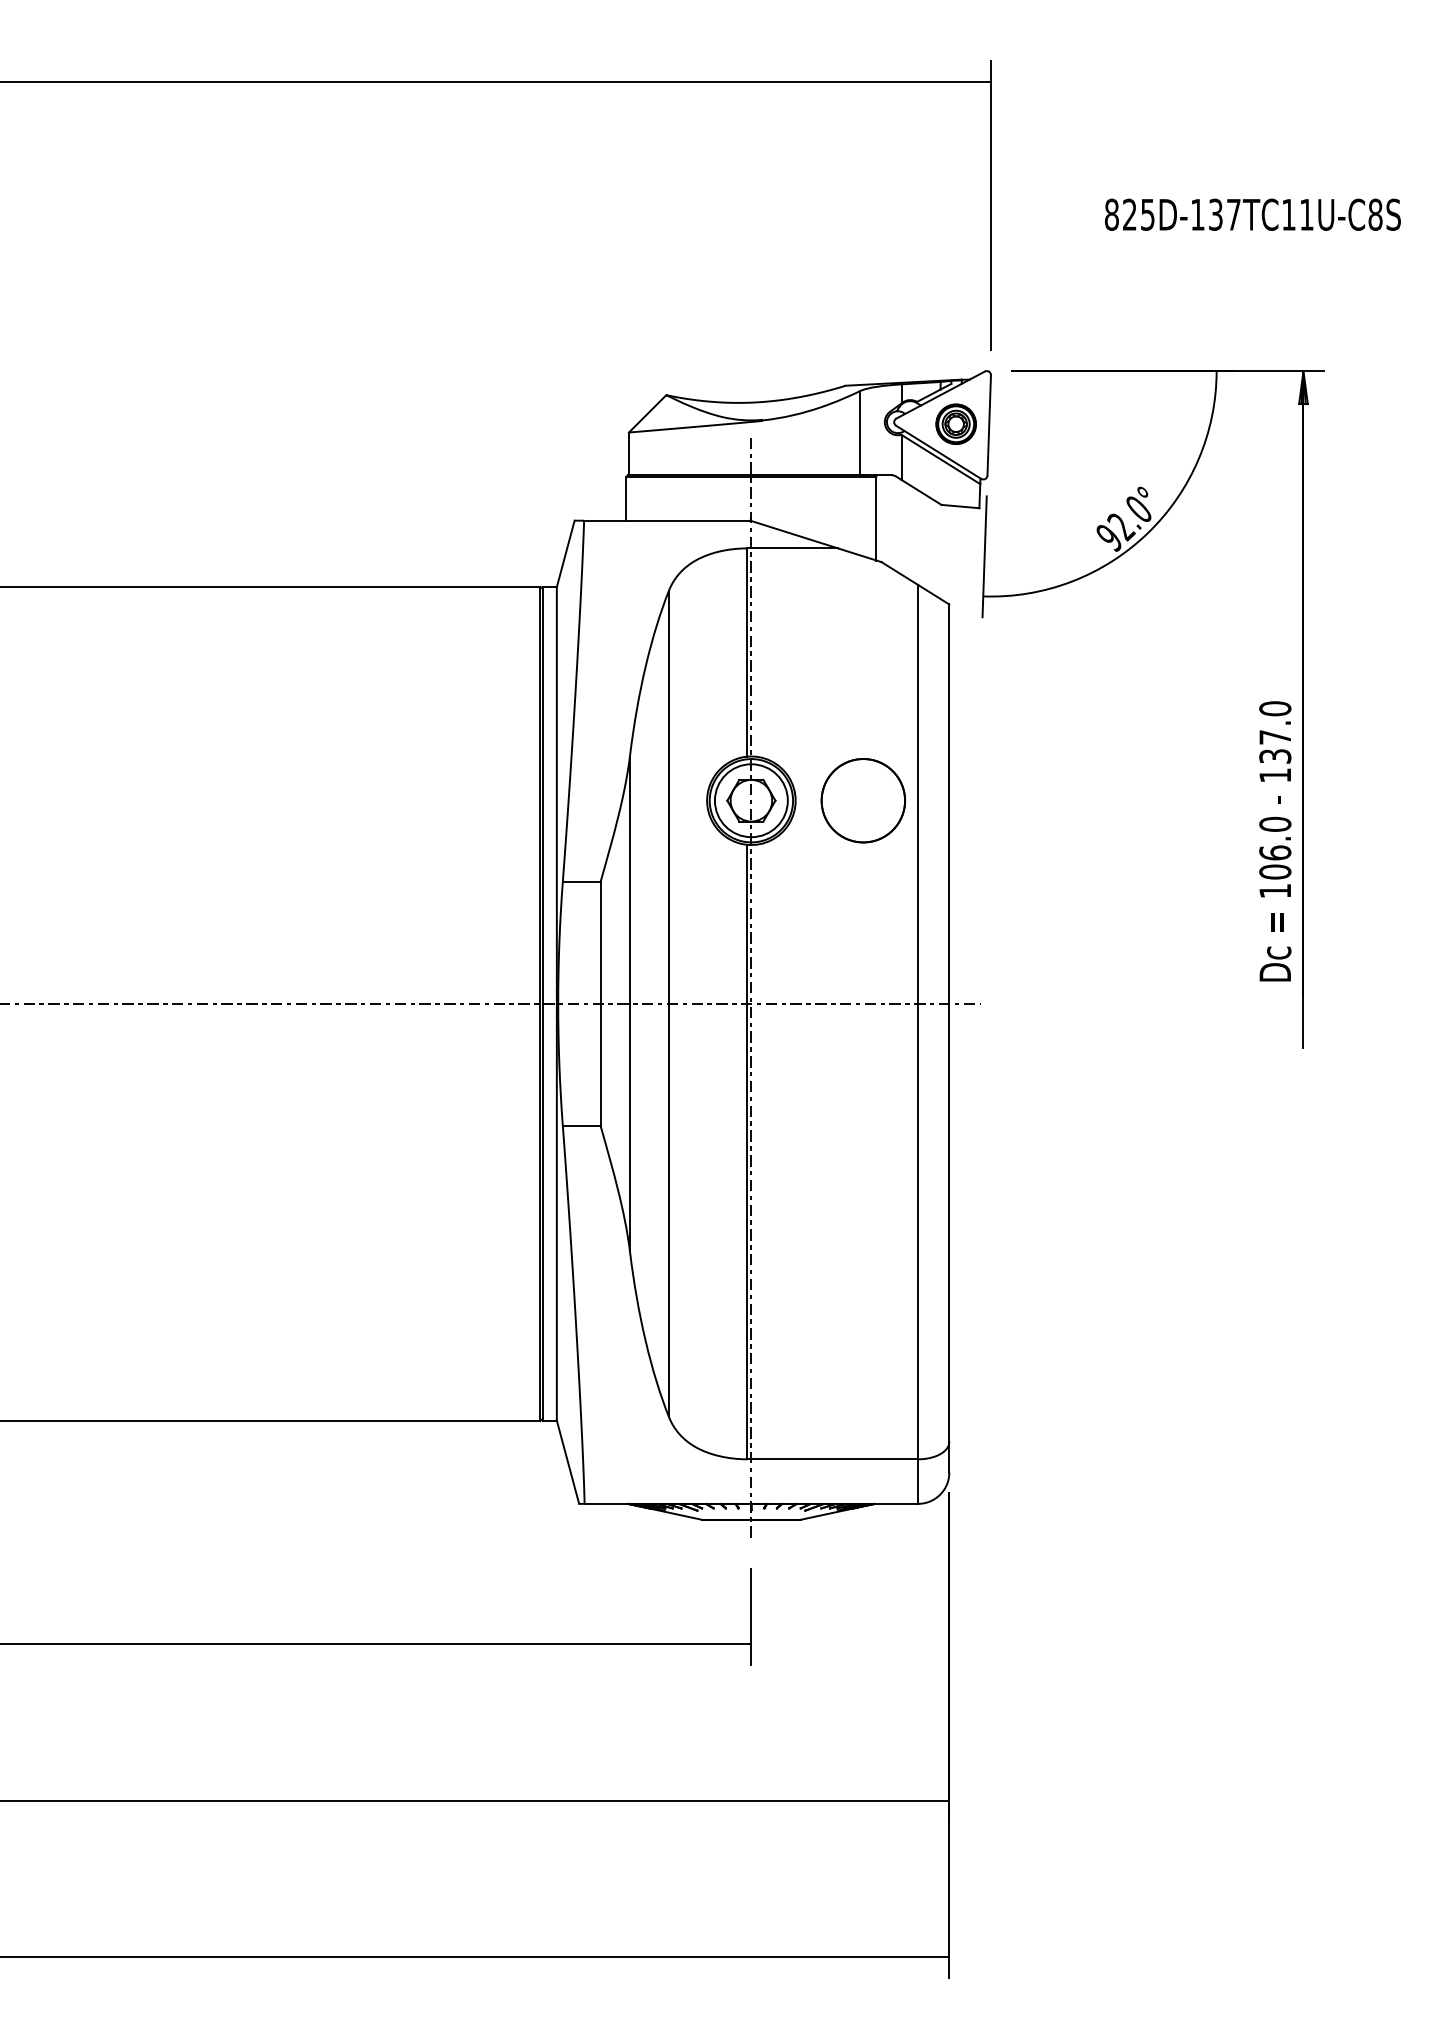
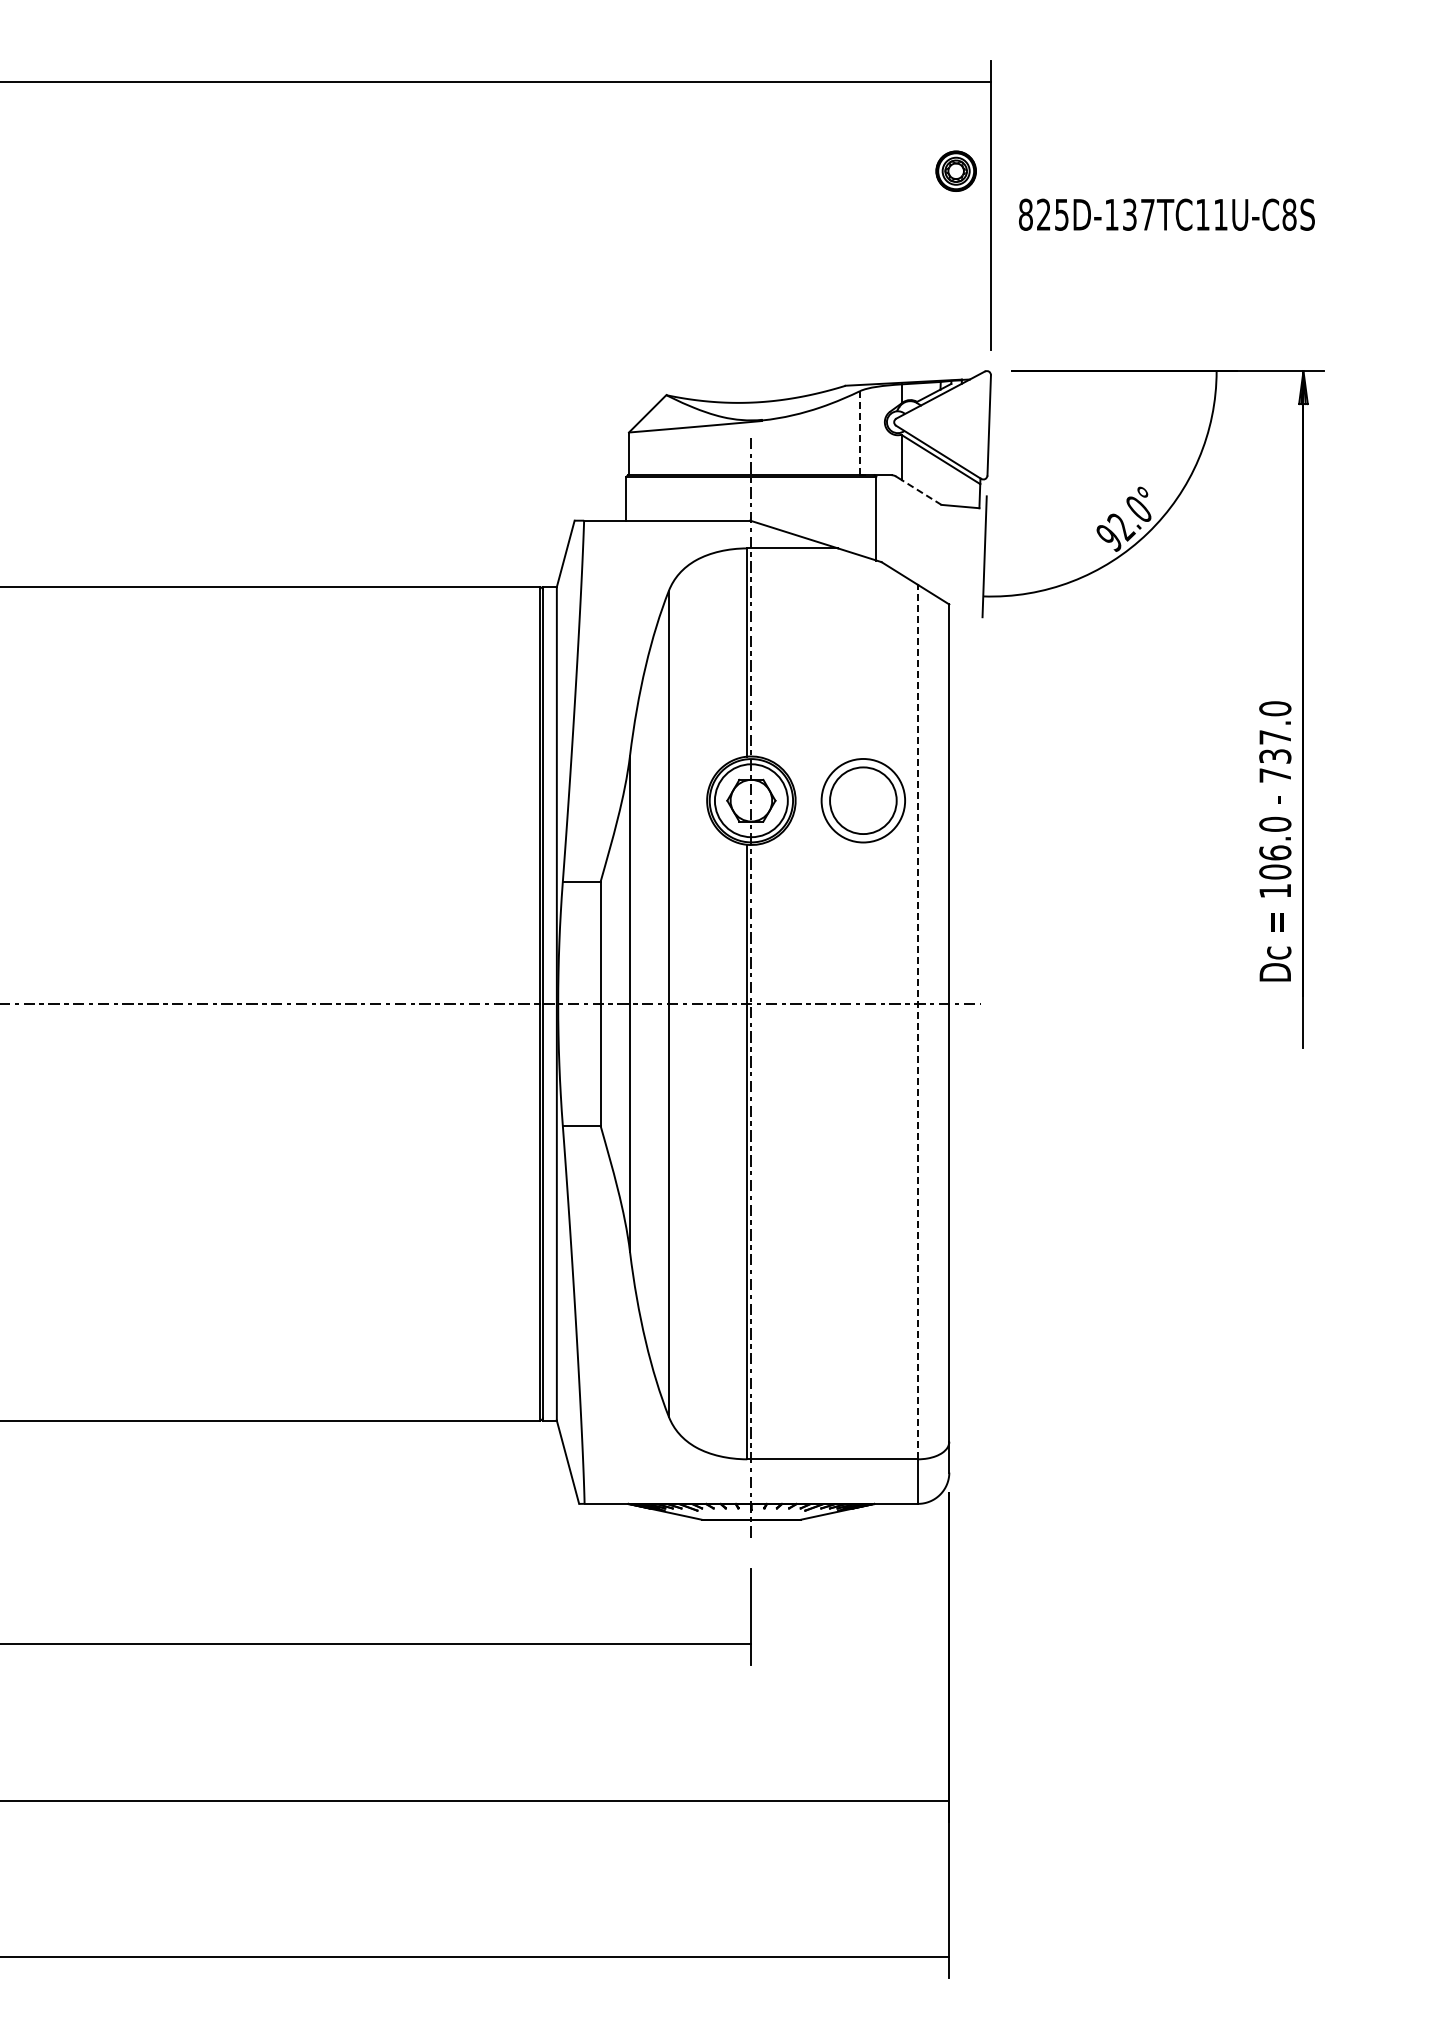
text at (1252, 214) position: (1252, 214) -> (1166, 214)
part at (955, 423) position: (955, 423) -> (955, 170)
line at (859, 433): solid -> dashed
line at (921, 492): solid -> dashed
text at (1274, 775): 137.0 -> 737.0
circle at (863, 800) diameter: 83 px -> 67 px
line at (918, 1021): solid -> dashed
